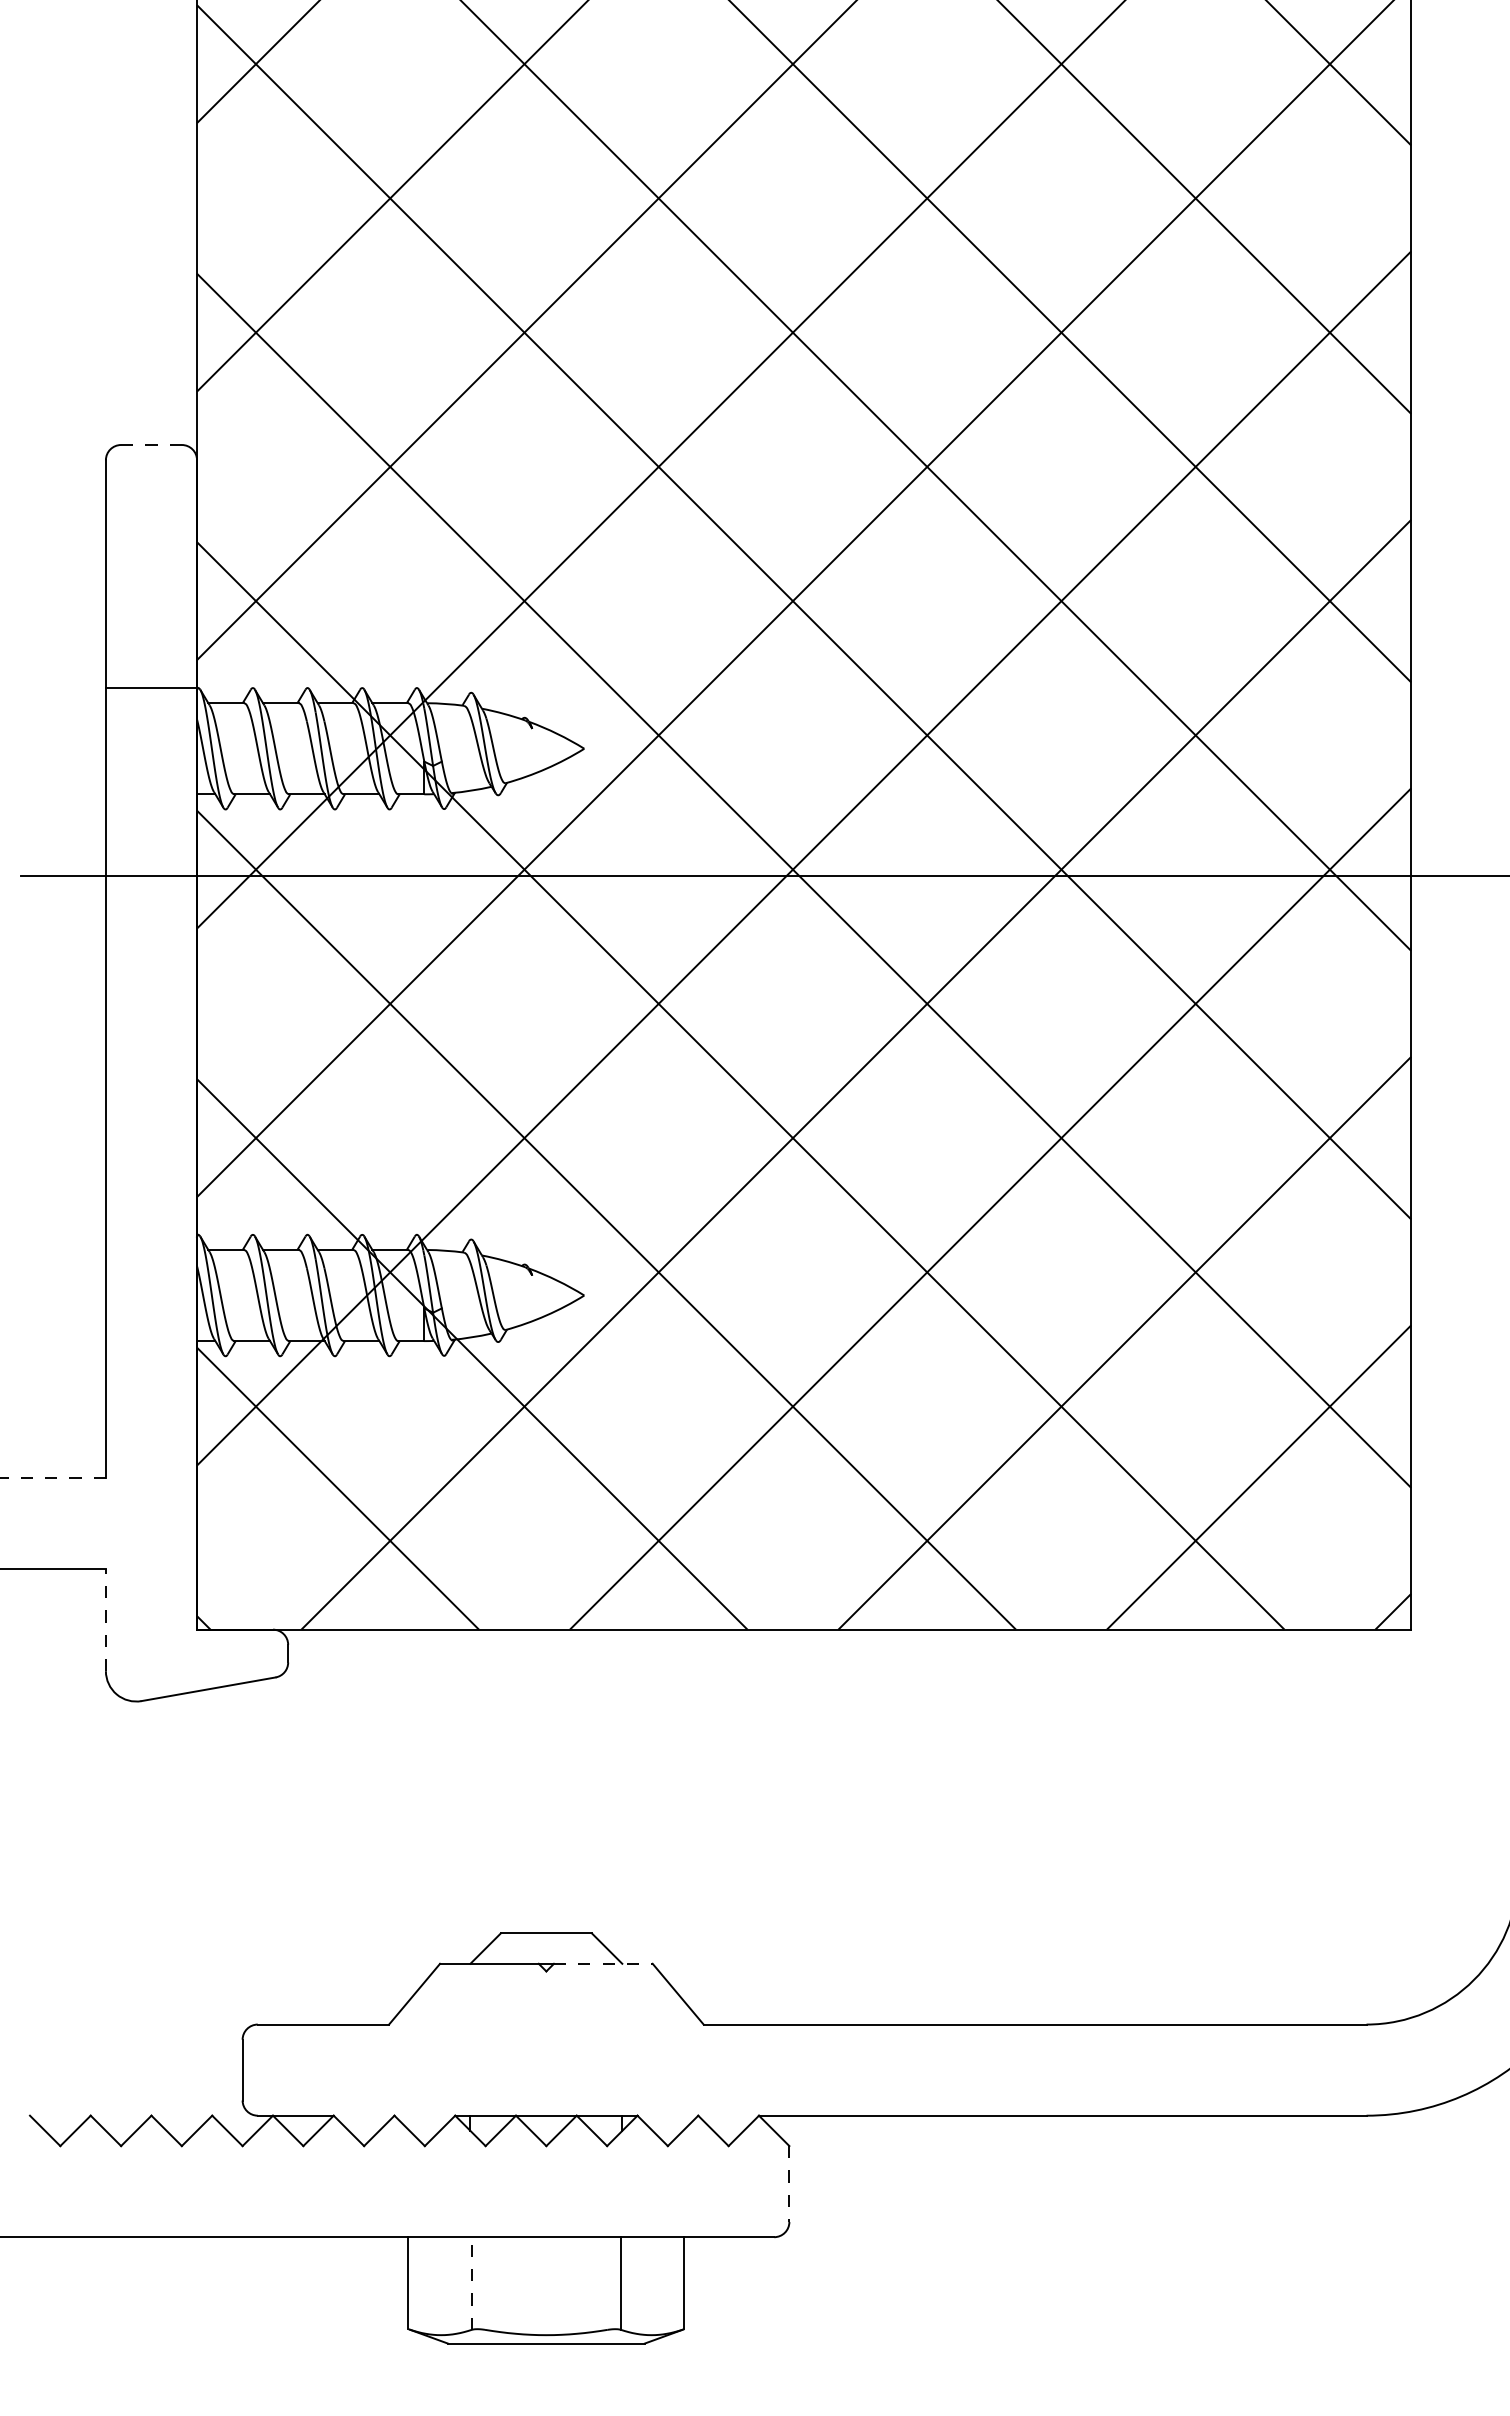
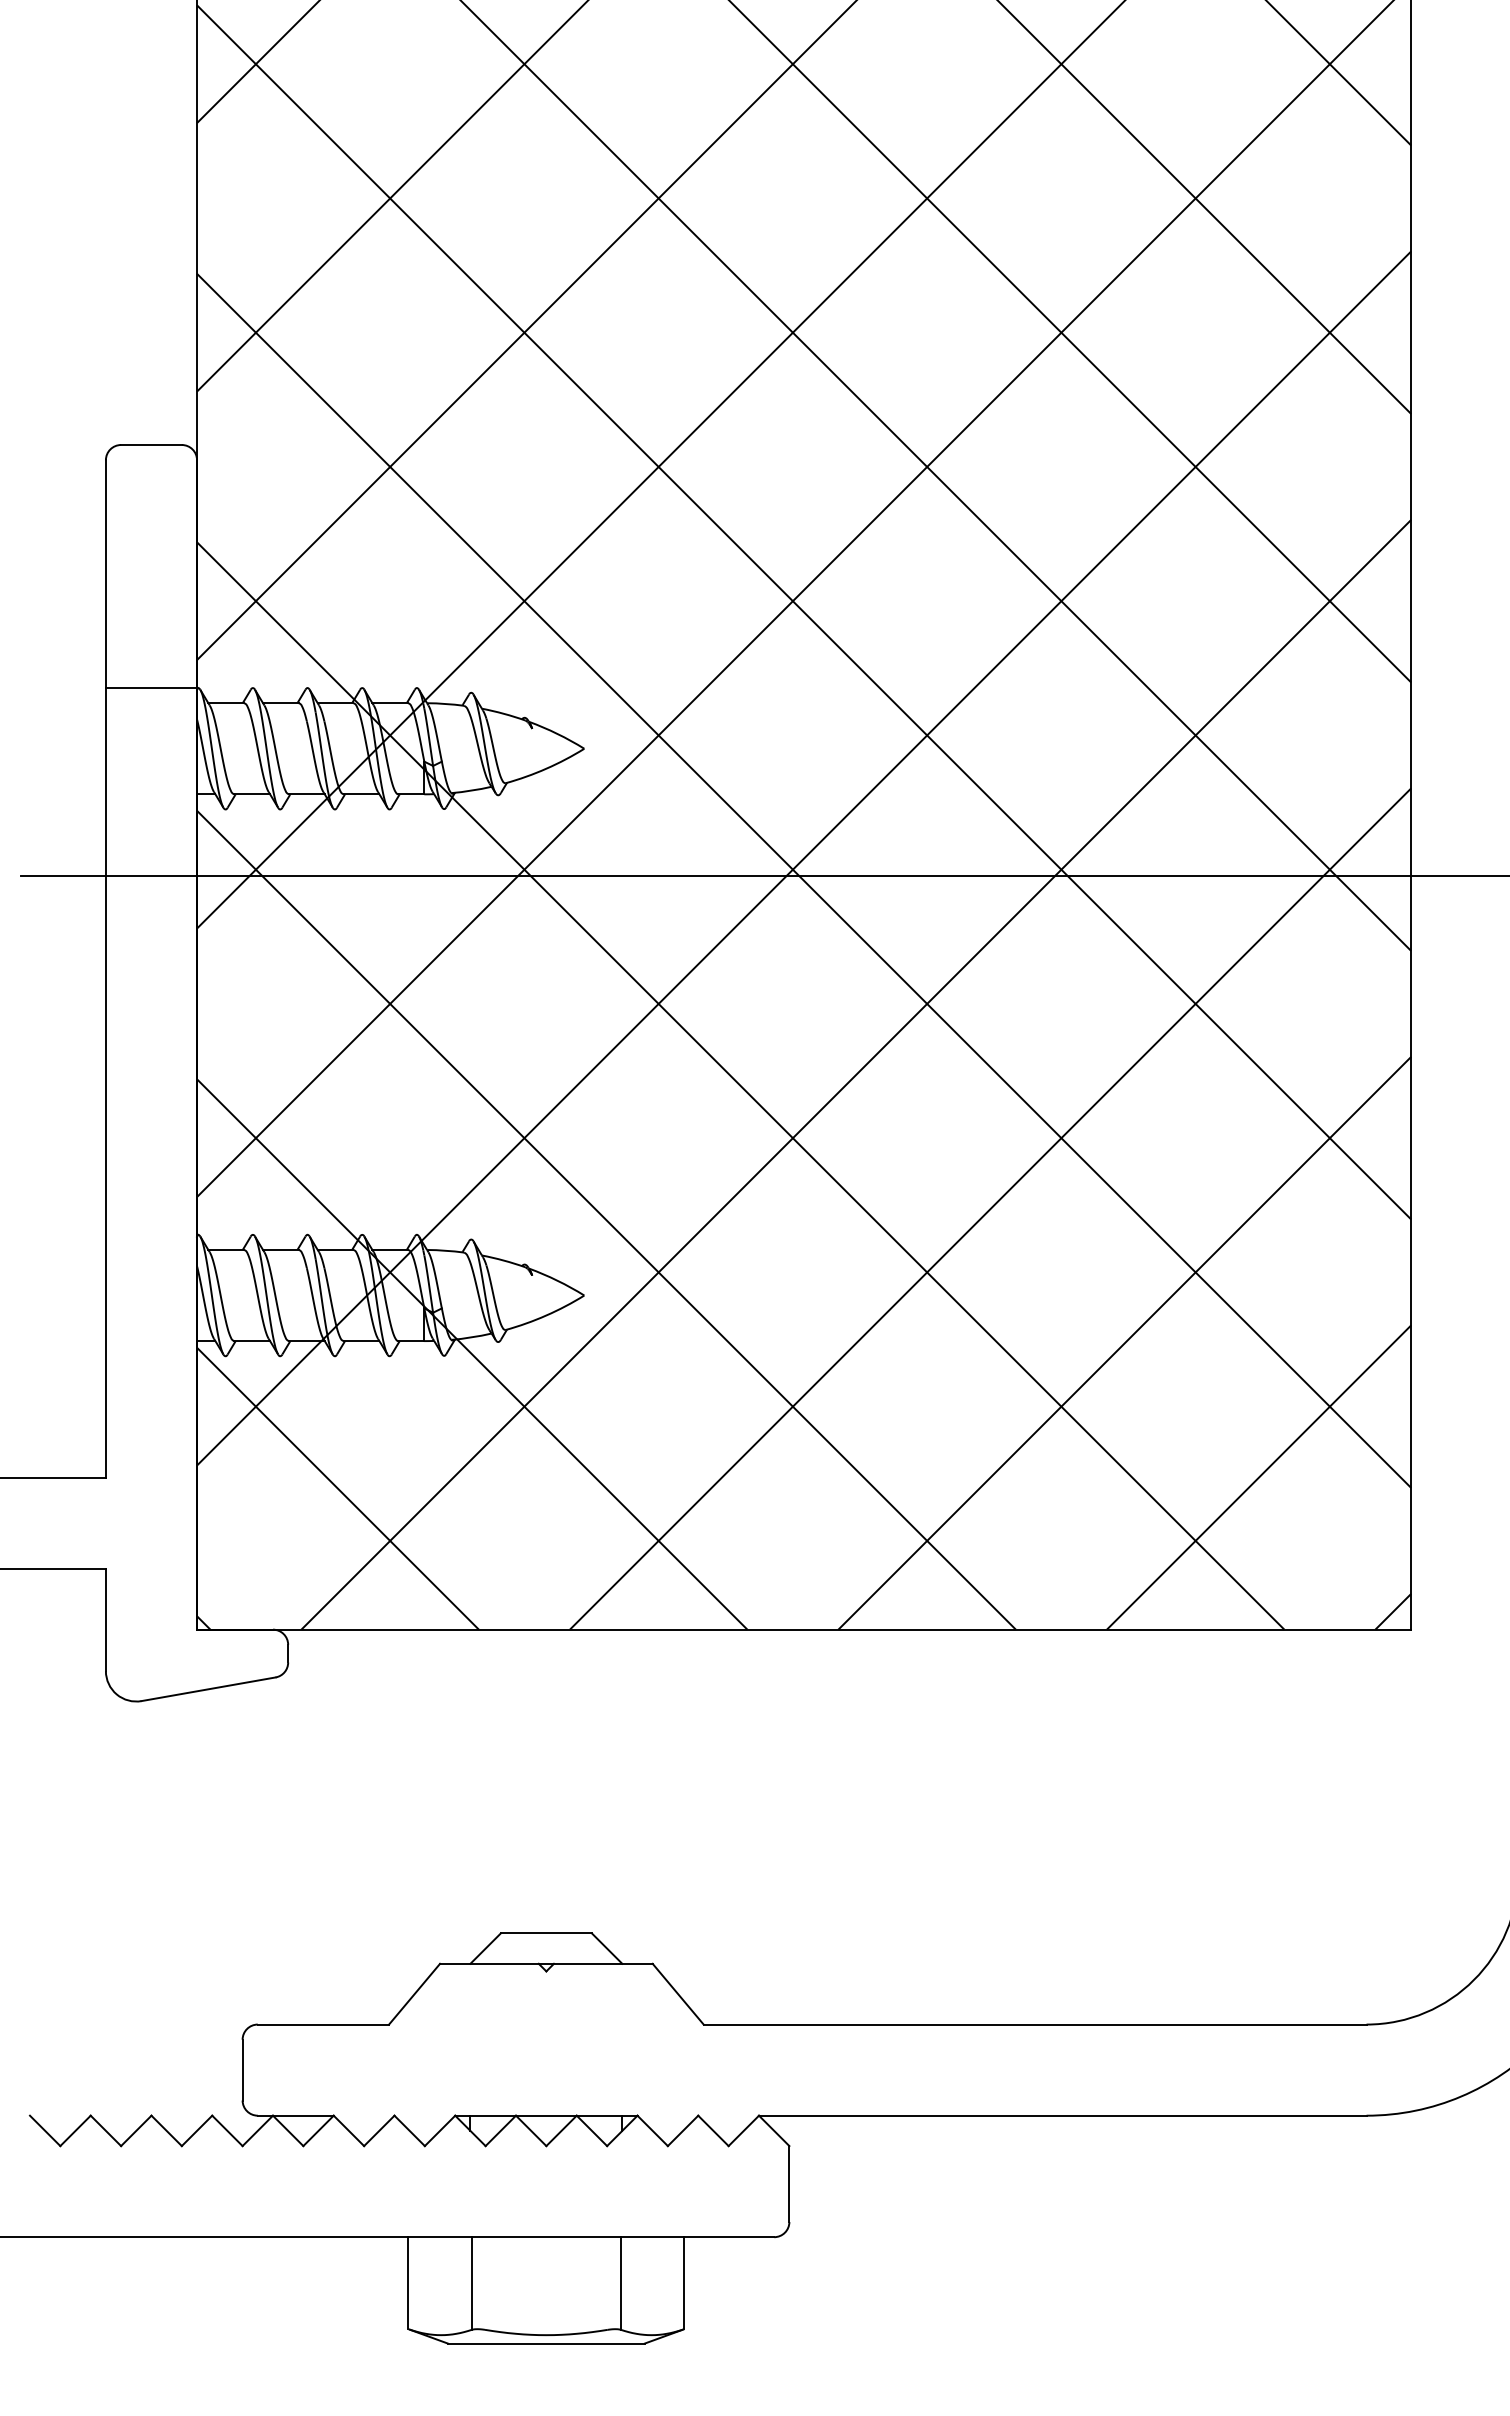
line at (150, 445): dashed -> solid
line at (53, 1477): dashed -> solid
line at (105, 1619): dashed -> solid
line at (603, 1963): dashed -> solid
line at (789, 2184): dashed -> solid
line at (471, 2283): dashed -> solid
